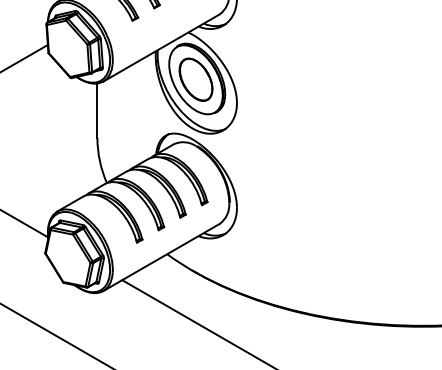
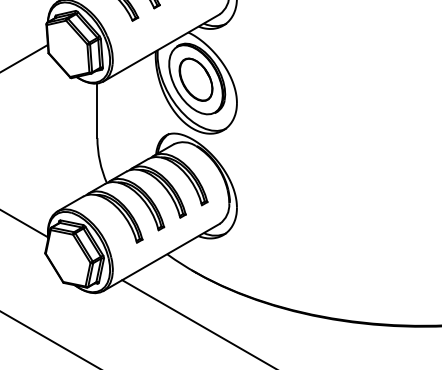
line at (56, 335) position: (56, 335) -> (49, 339)
